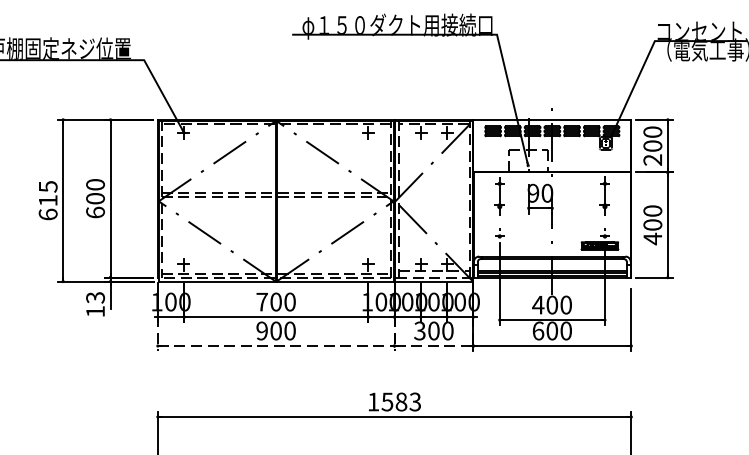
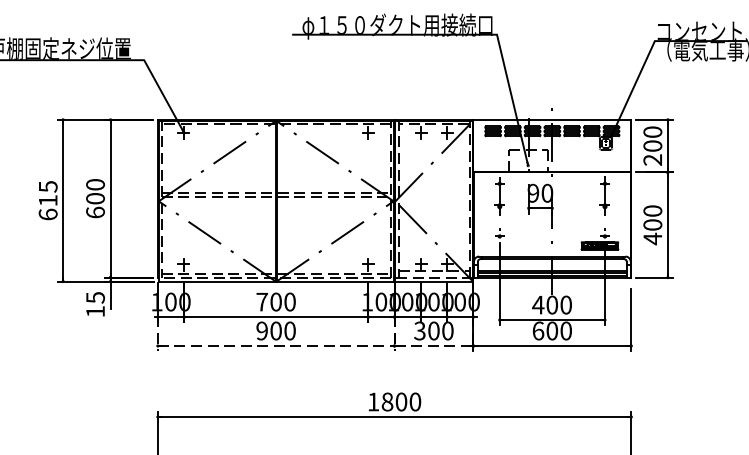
text at (95, 297): 13 -> 15
text at (401, 401): 1583 -> 1800
